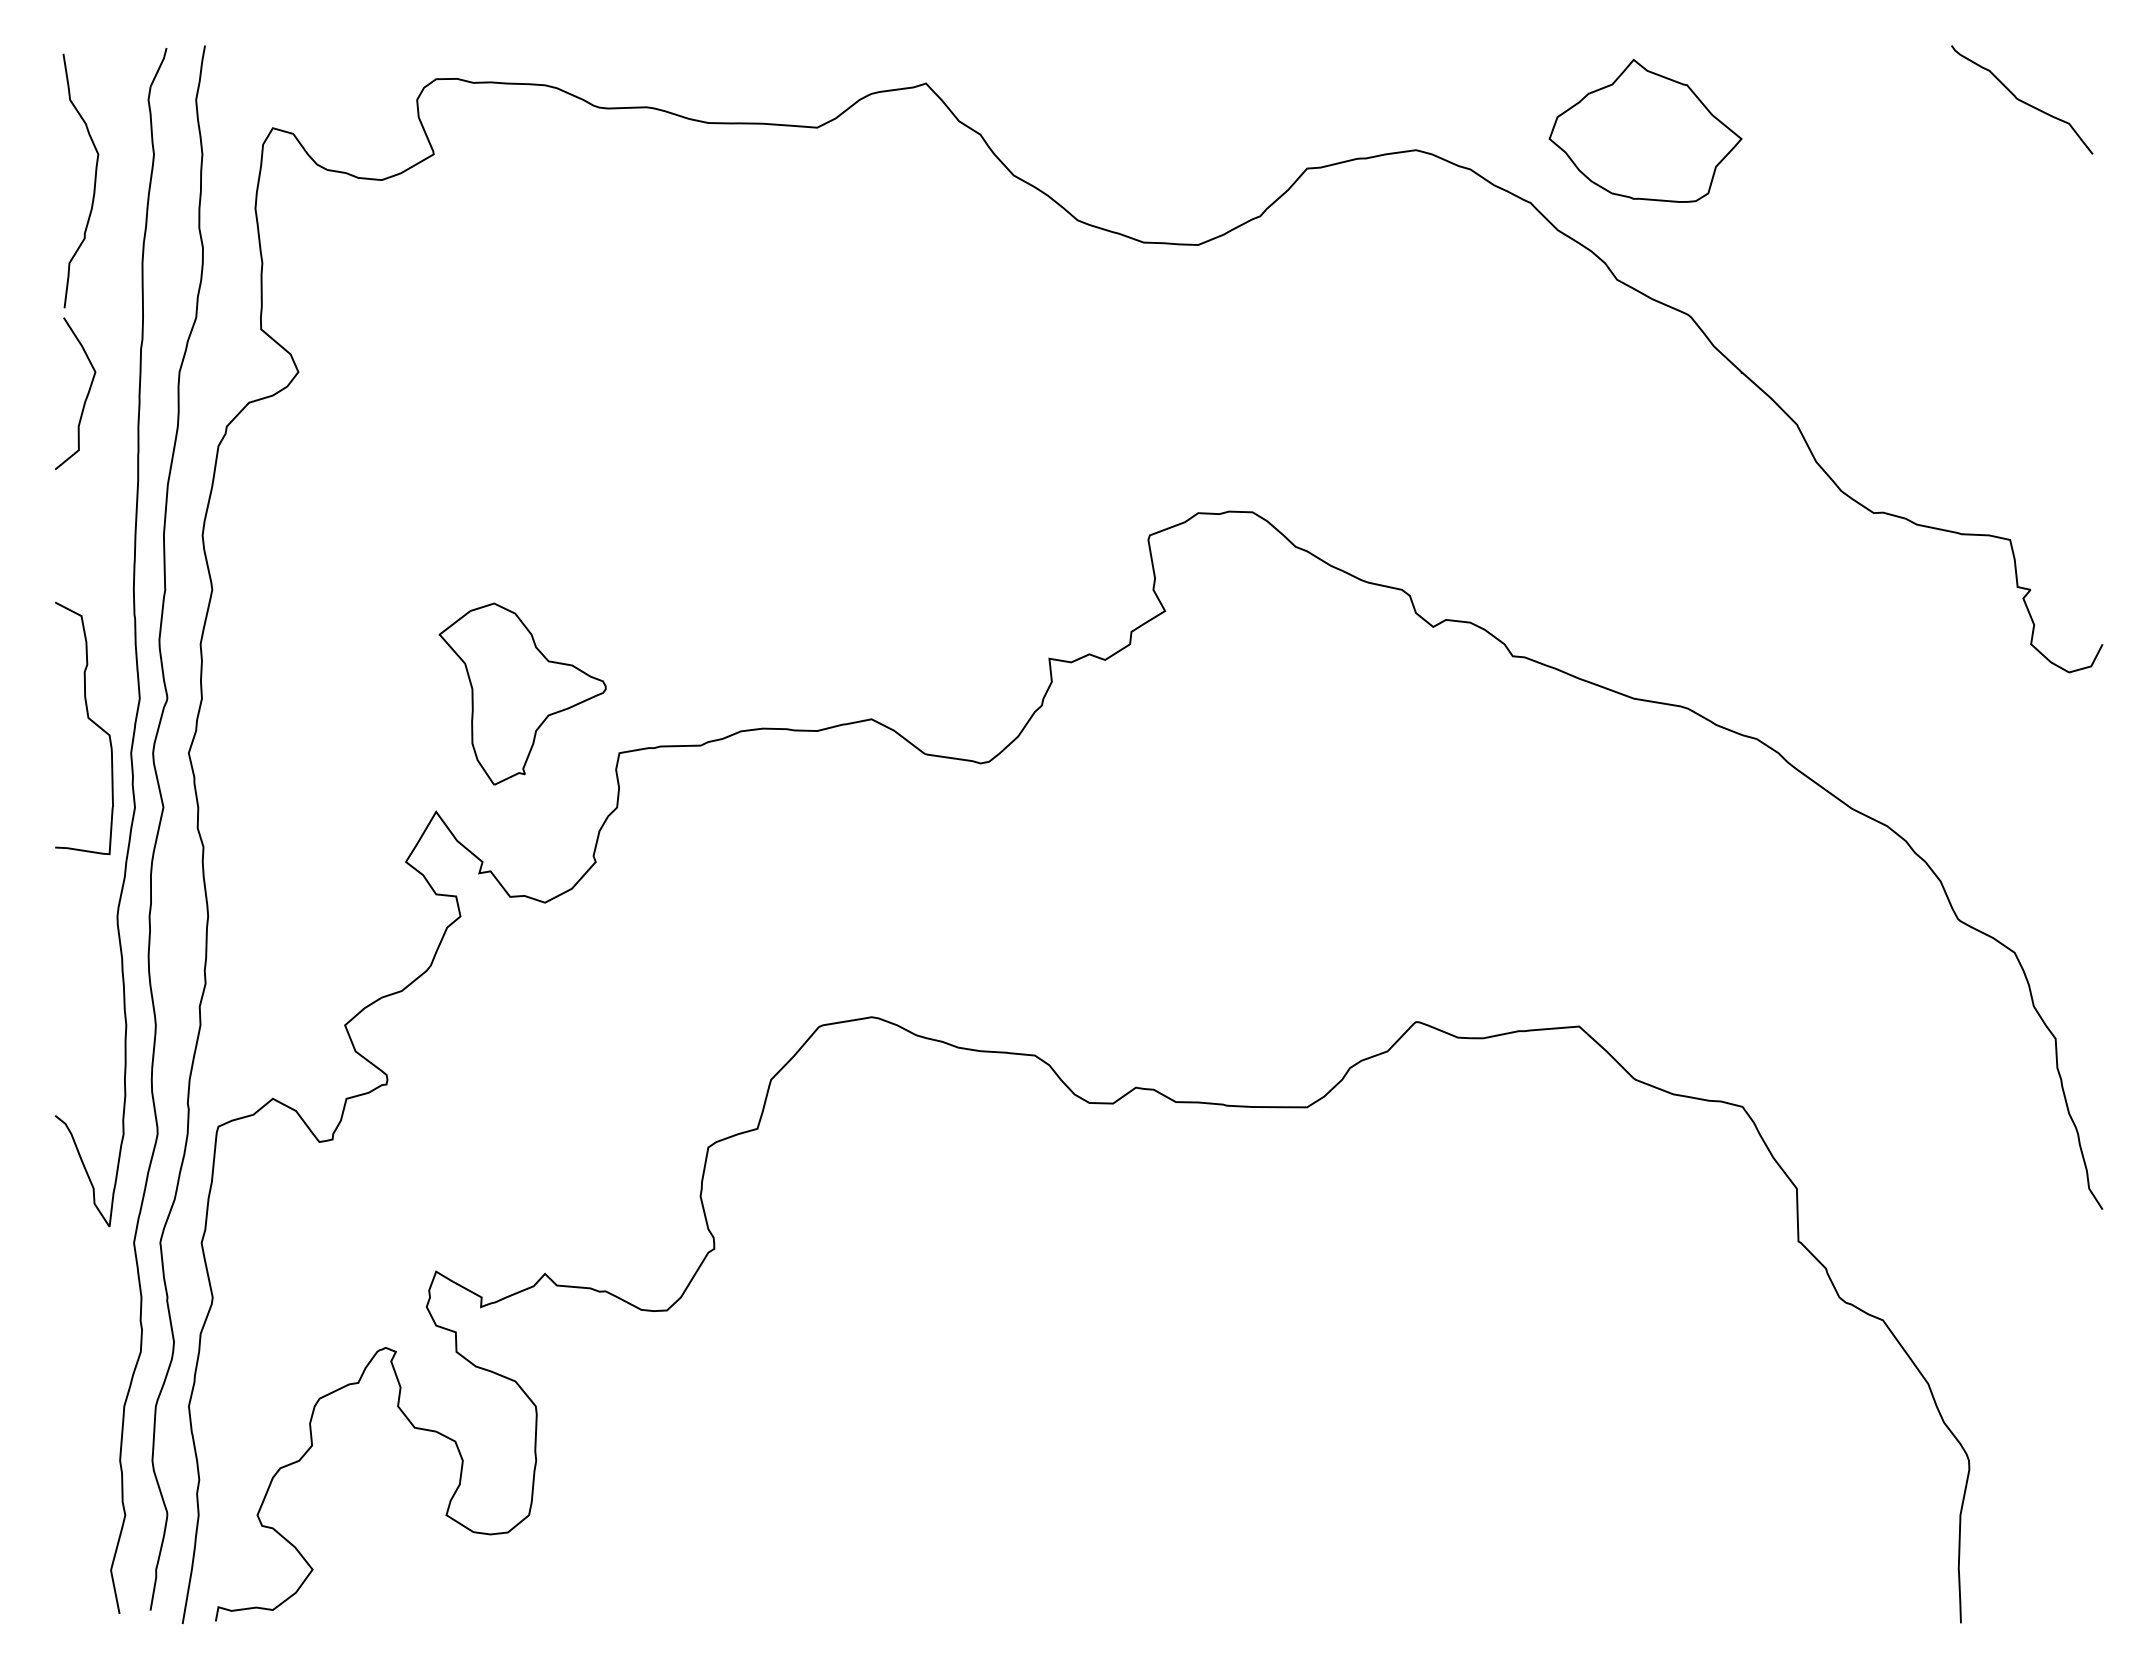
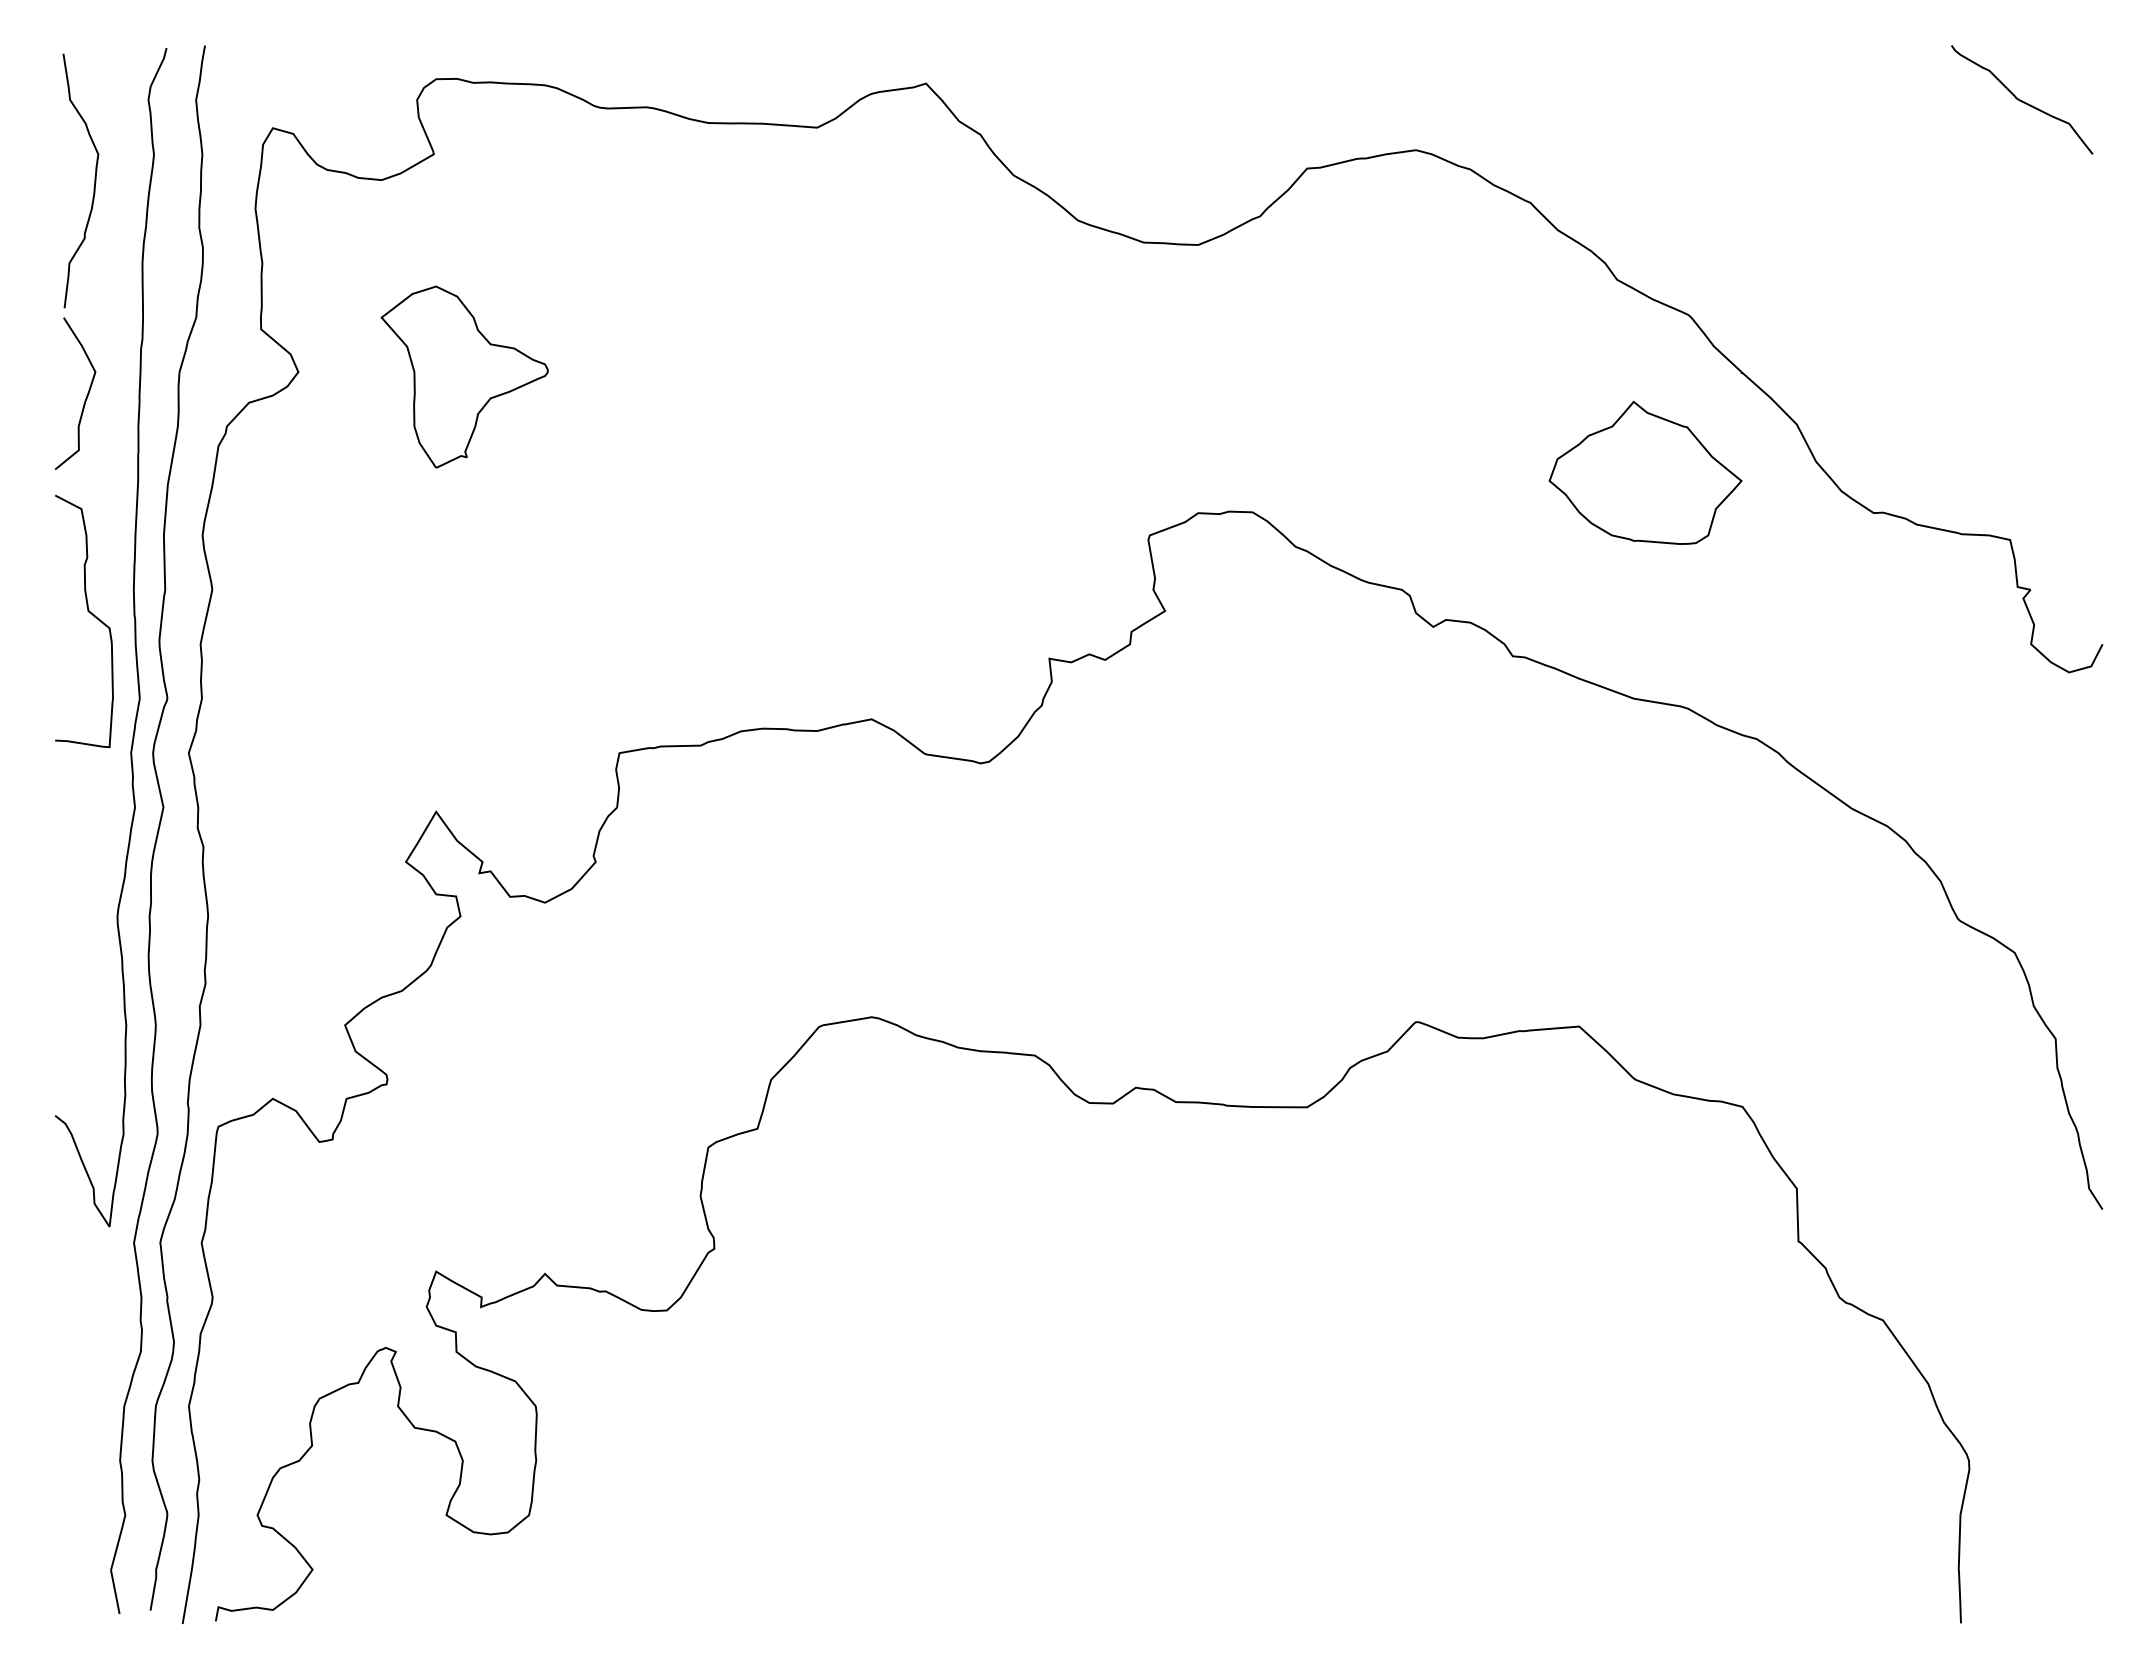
part at (1645, 130) position: (1645, 130) -> (1645, 472)
part at (522, 693) position: (522, 693) -> (464, 376)
curve at (89, 720) position: (89, 720) -> (89, 613)
